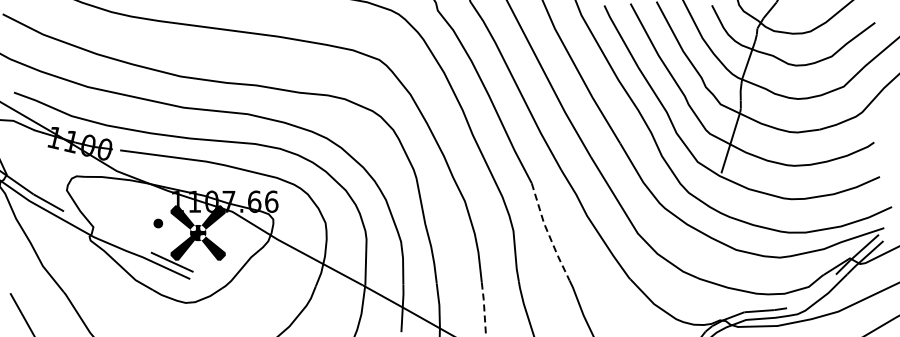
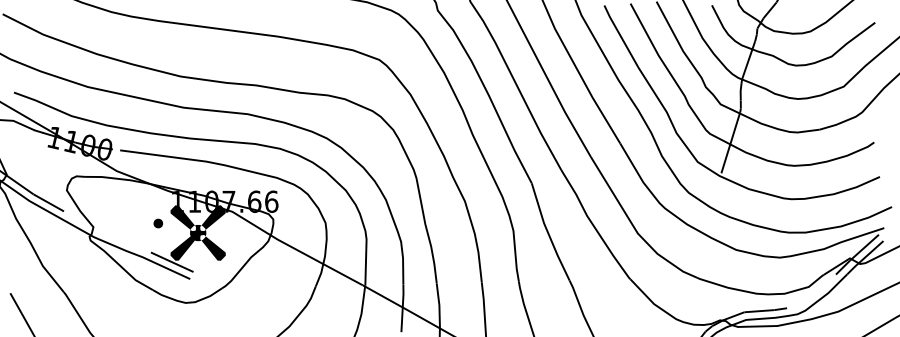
line at (548, 233): dashed -> solid
line at (484, 308): dashed -> solid
